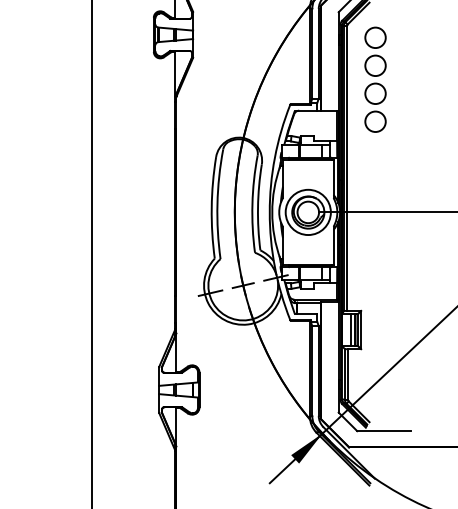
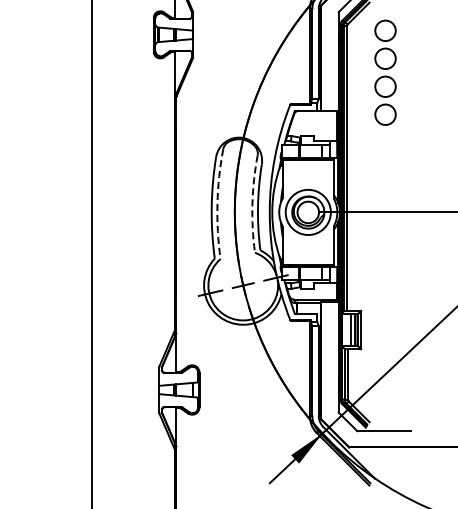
part at (375, 79) position: (375, 79) -> (385, 72)
arc at (217, 204): solid -> dashed
arc at (252, 204): solid -> dashed
